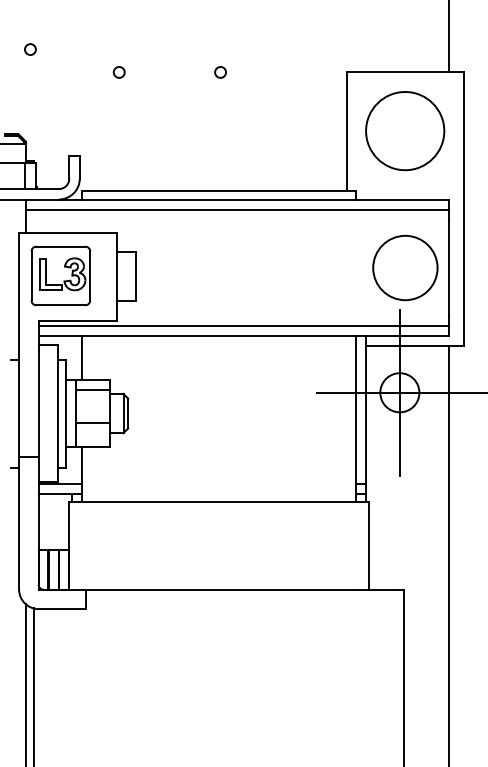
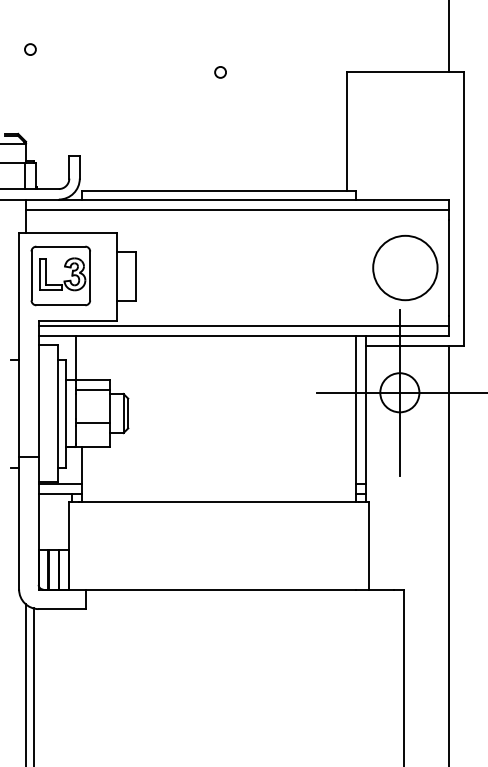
circle at (118, 72): present -> none
circle at (405, 131): present -> none
line at (82, 358) position: (82, 358) -> (76, 358)
